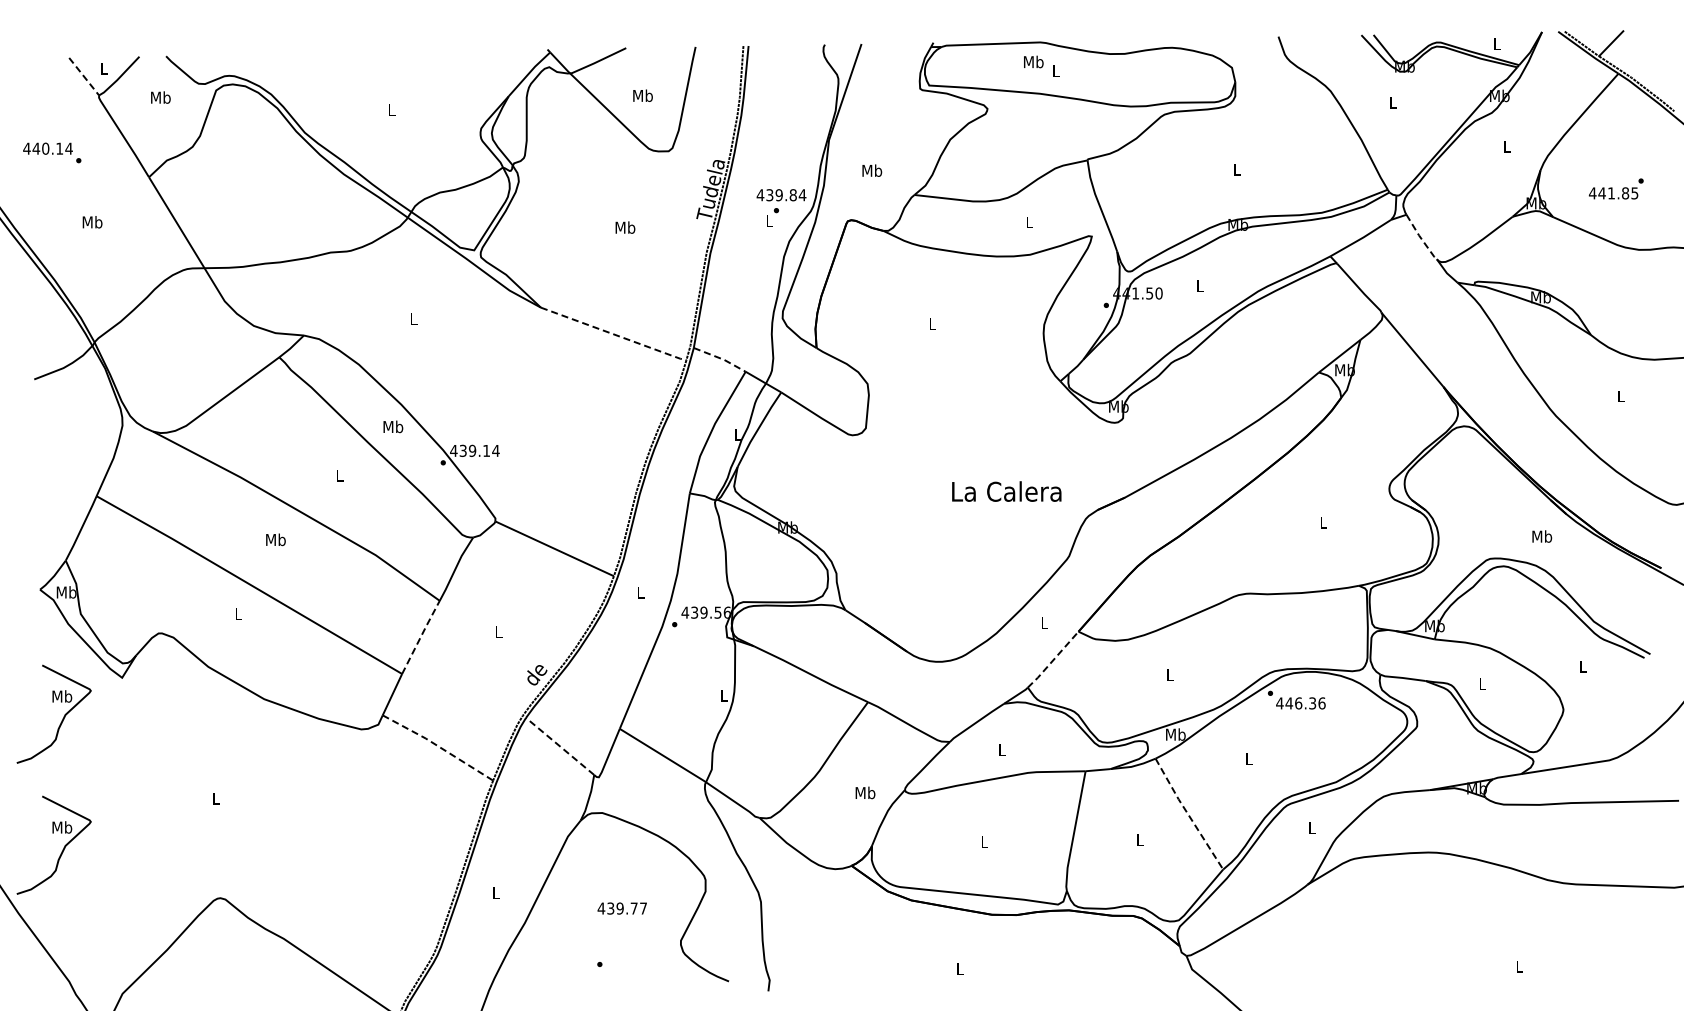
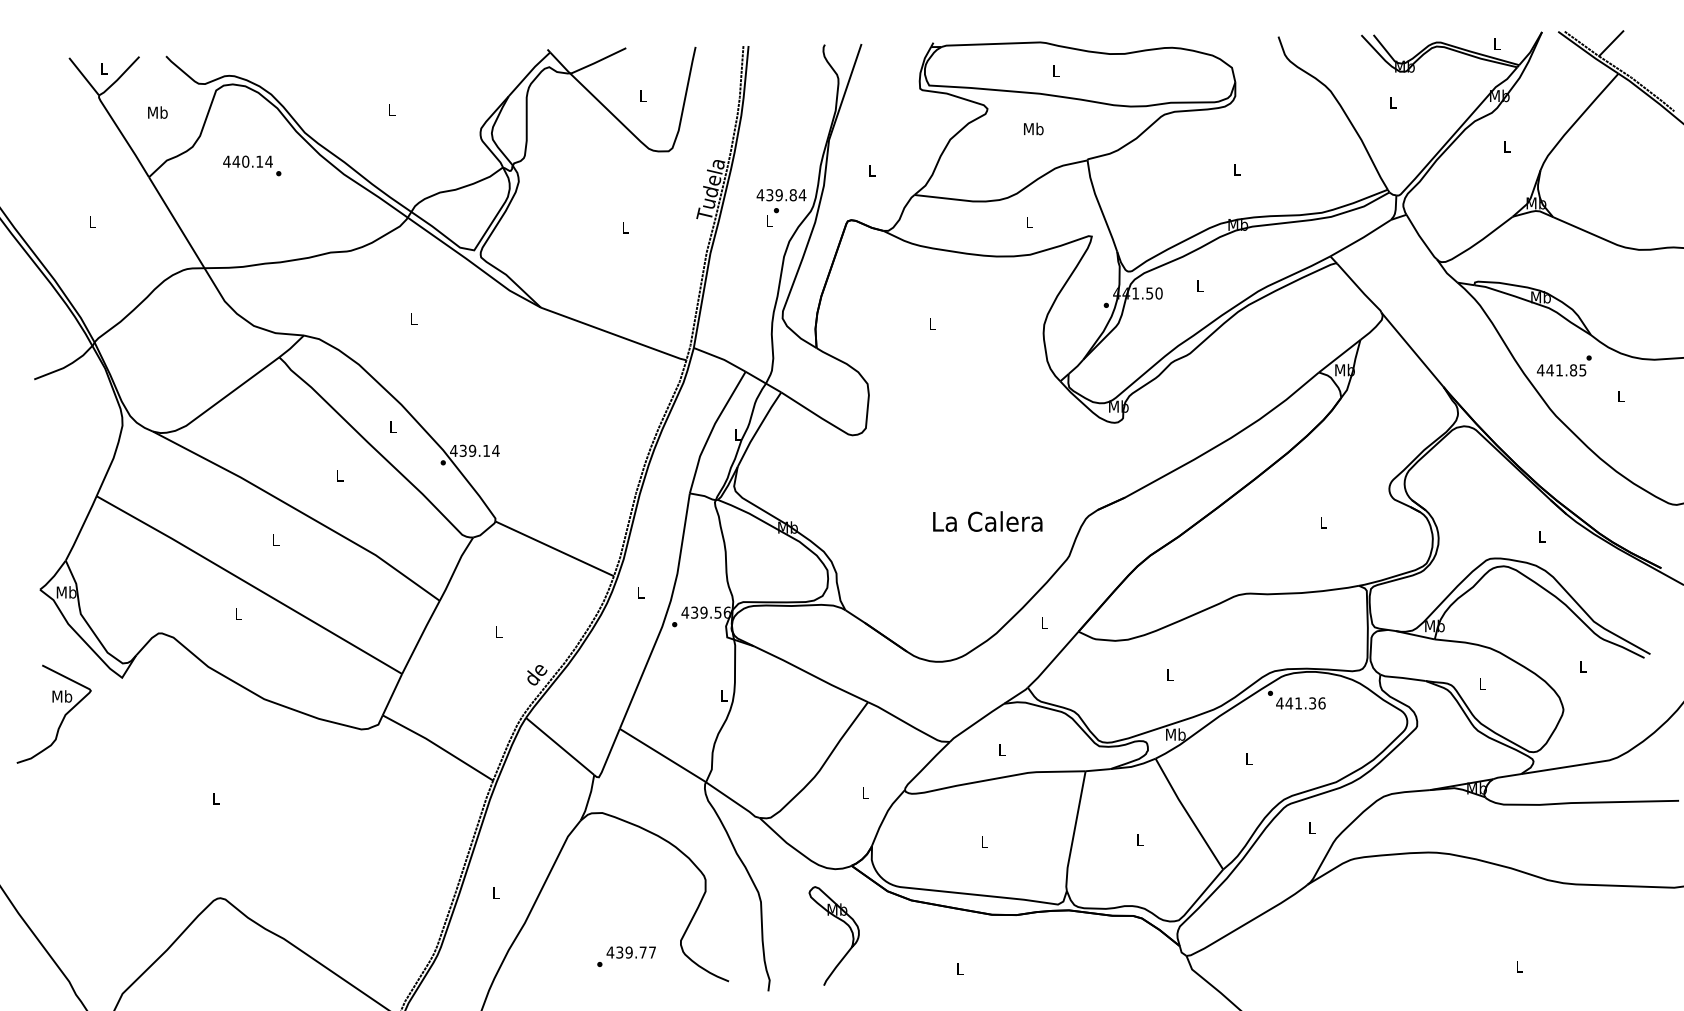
text at (1033, 61) position: (1033, 61) -> (1033, 128)
line at (84, 76): dashed -> solid
text at (642, 95): Mb -> L
text at (160, 97) position: (160, 97) -> (157, 112)
text at (52, 152) position: (52, 152) -> (252, 165)
text at (872, 170): Mb -> L
text at (1615, 188) position: (1615, 188) -> (1563, 365)
text at (92, 222): Mb -> L
text at (625, 227): Mb -> L
line at (1420, 237): dashed -> solid
line at (614, 334): dashed -> solid
line at (721, 358): dashed -> solid
text at (393, 426): Mb -> L
text at (1006, 491) position: (1006, 491) -> (987, 521)
text at (1542, 536): Mb -> L
text at (275, 539): Mb -> L
line at (420, 636): dashed -> solid
line at (1053, 660): dashed -> solid
text at (1298, 703): 446.36 -> 441.36
line at (438, 746): dashed -> solid
line at (559, 746): dashed -> solid
text at (865, 792): Mb -> L
line at (1188, 814): dashed -> solid
part at (62, 849): present -> none
text at (621, 908) position: (621, 908) -> (630, 952)
part at (841, 921): none -> present
